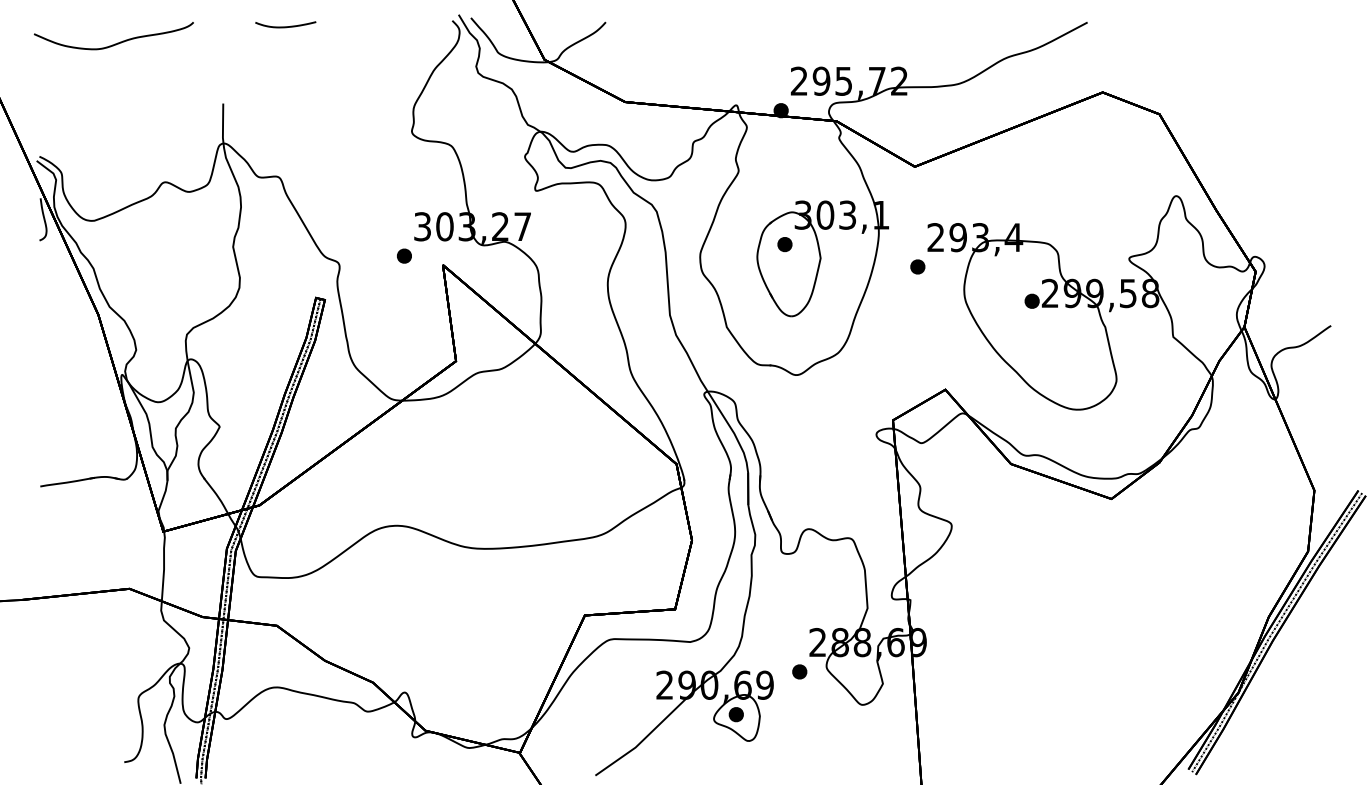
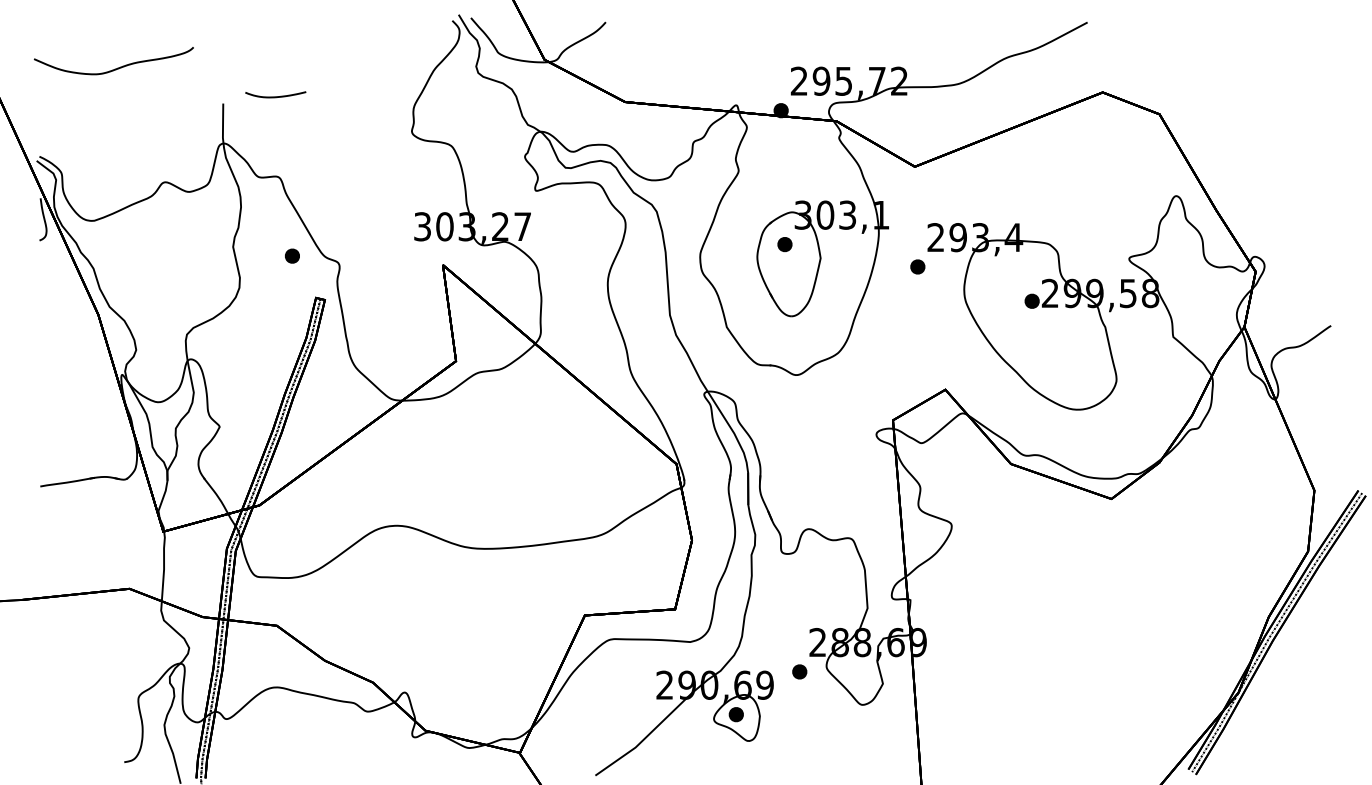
curve at (285, 26) position: (285, 26) -> (275, 96)
curve at (117, 42) position: (117, 42) -> (117, 67)
part at (404, 255) position: (404, 255) -> (292, 255)
